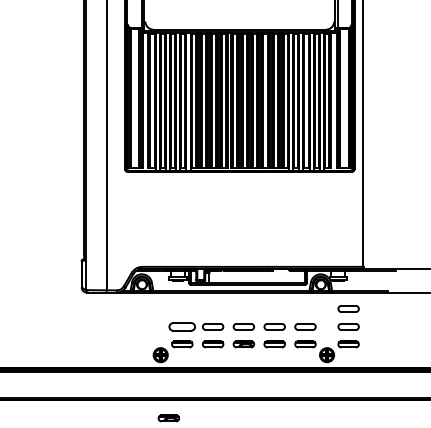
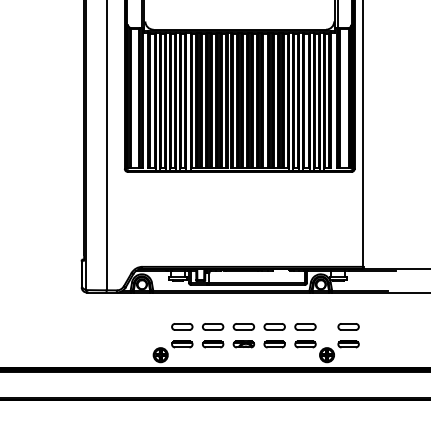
part at (348, 308): present -> none
part at (181, 326) size: 28x10 px -> 23x8 px
part at (168, 418): present -> none
